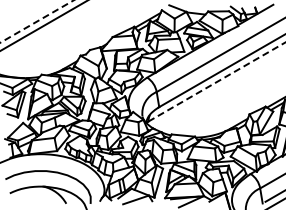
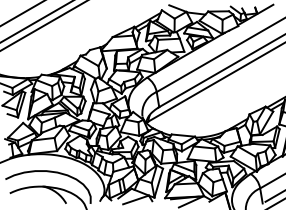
line at (21, 13): none -> present
line at (37, 21): dashed -> solid
line at (216, 82): dashed -> solid
